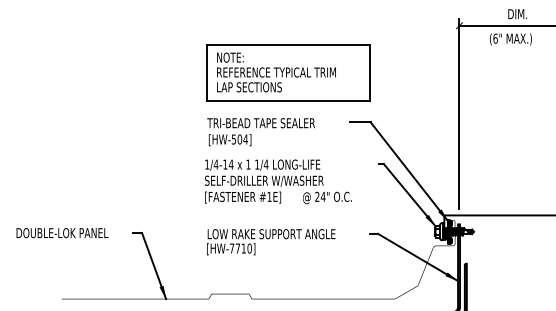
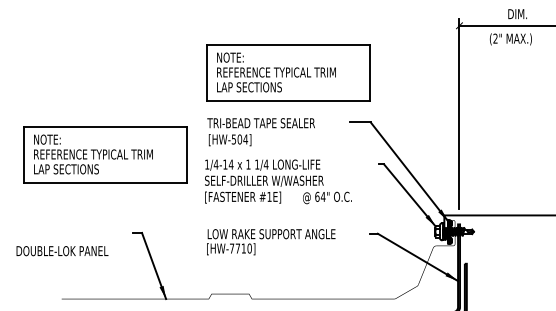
text at (495, 38): (6" -> (2"
part at (105, 154): none -> present
text at (317, 196): 24" -> 64"
text at (62, 233) position: (62, 233) -> (62, 251)
